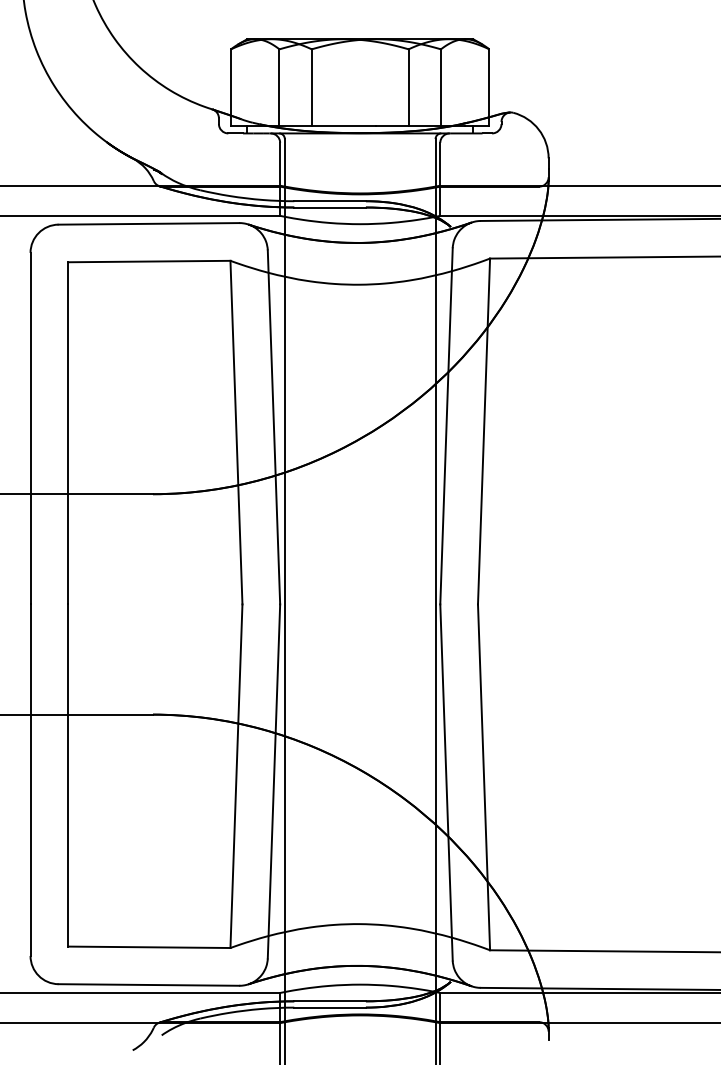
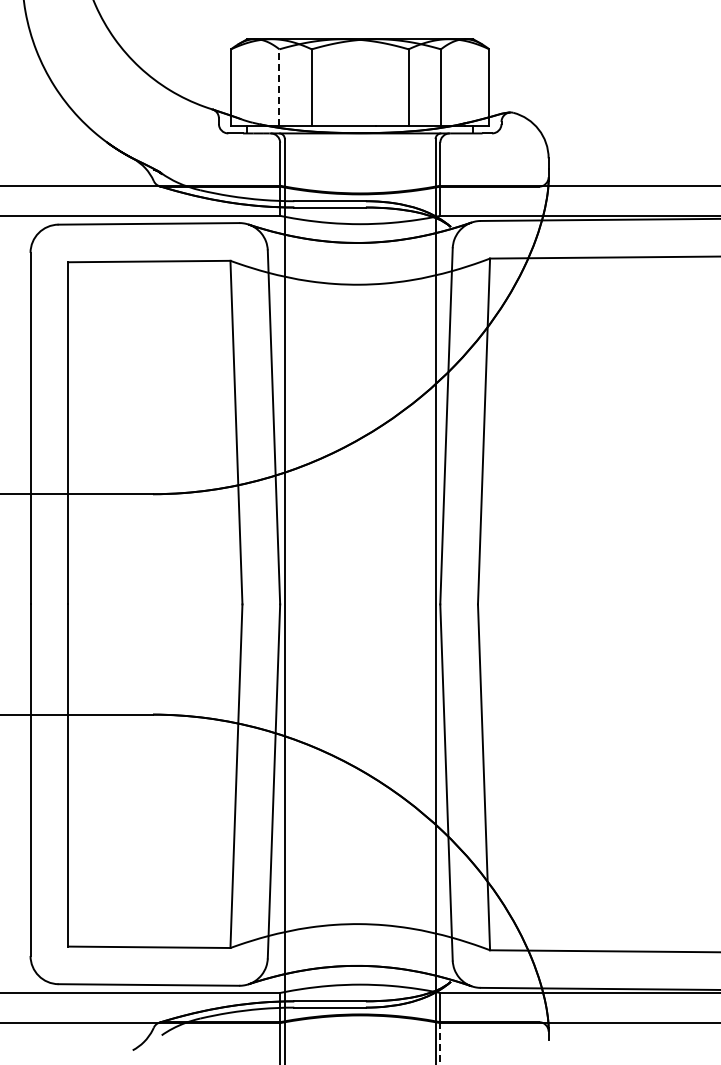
line at (279, 87): solid -> dashed
line at (440, 1044): solid -> dashed
